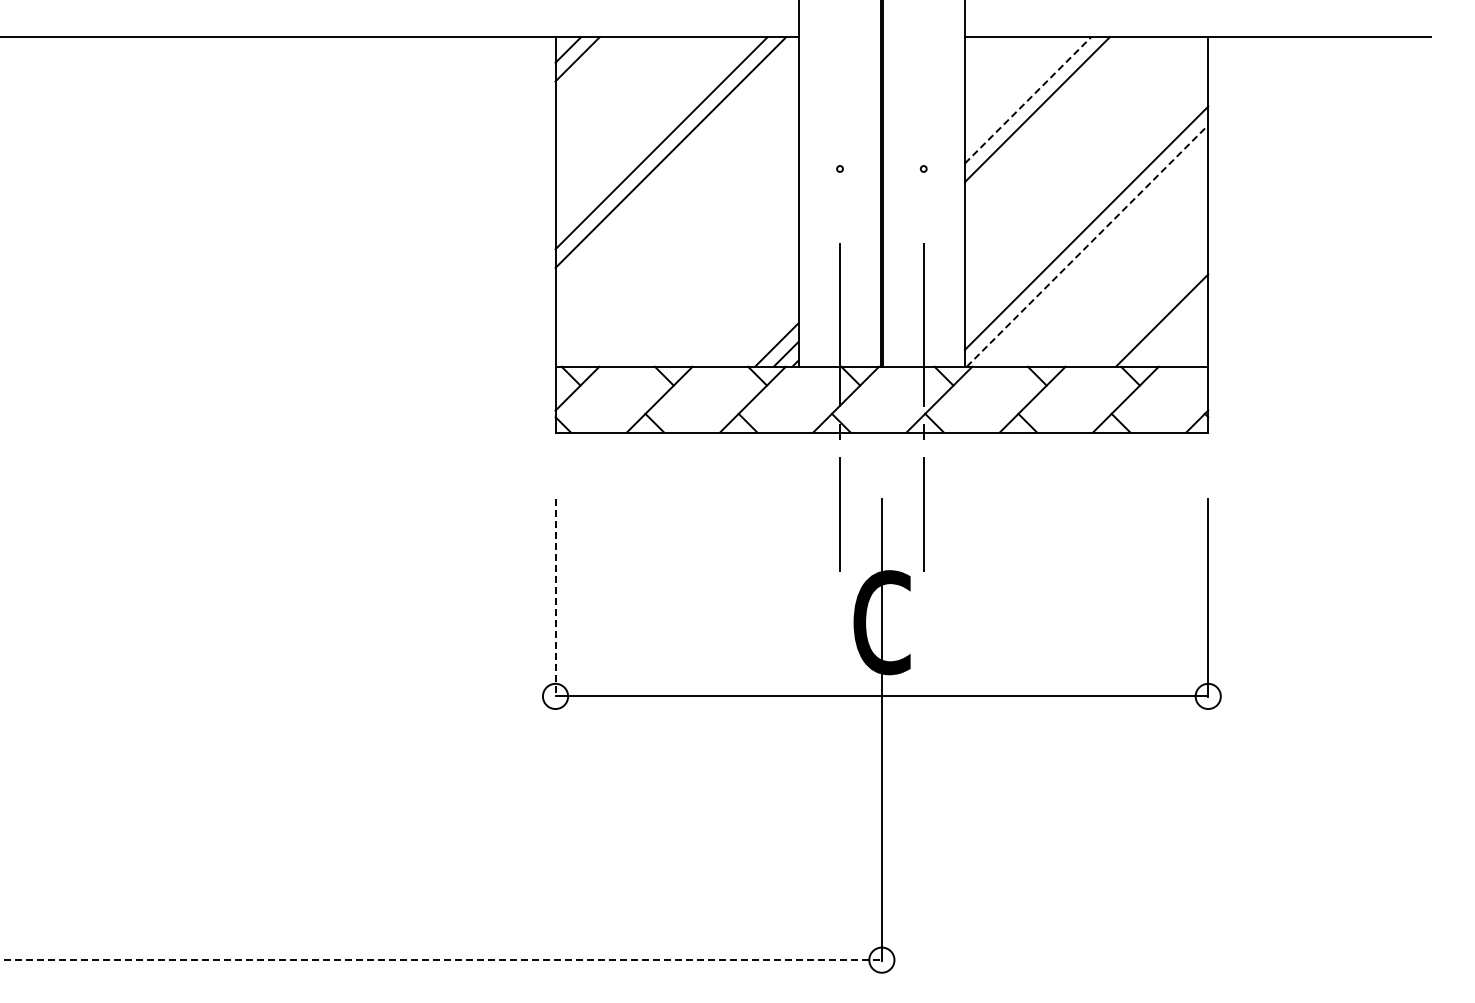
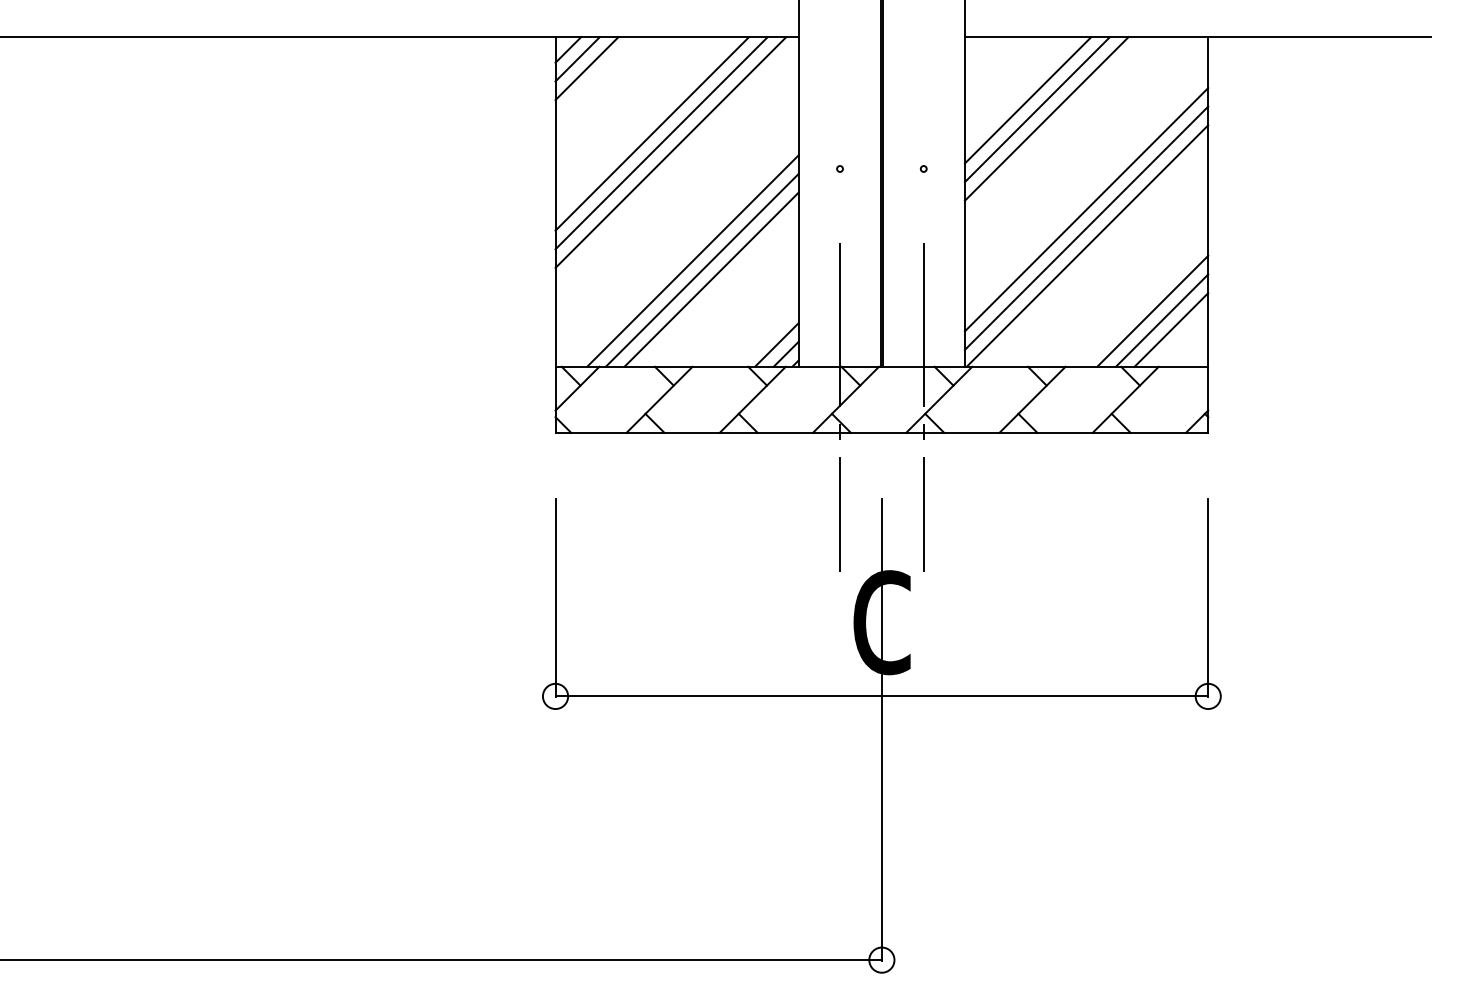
line at (586, 68): none -> present
line at (1028, 99): dashed -> solid
line at (1046, 118): none -> present
line at (652, 133): none -> present
line at (1086, 209): none -> present
line at (1087, 246): dashed -> solid
line at (692, 260): none -> present
line at (701, 269): none -> present
line at (711, 279): none -> present
line at (1152, 310): none -> present
line at (1171, 329): none -> present
line at (555, 598): dashed -> solid
line at (440, 960): dashed -> solid
